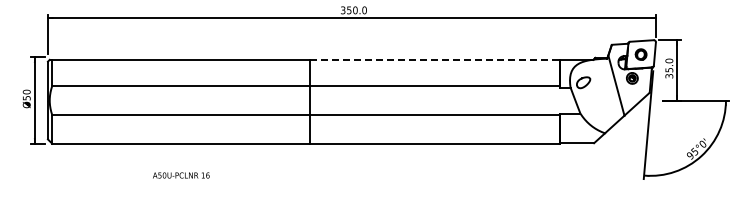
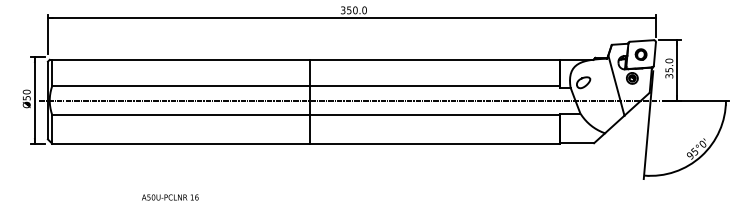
line at (434, 59): dashed -> solid
line at (349, 100): none -> present
text at (181, 175) position: (181, 175) -> (170, 197)
